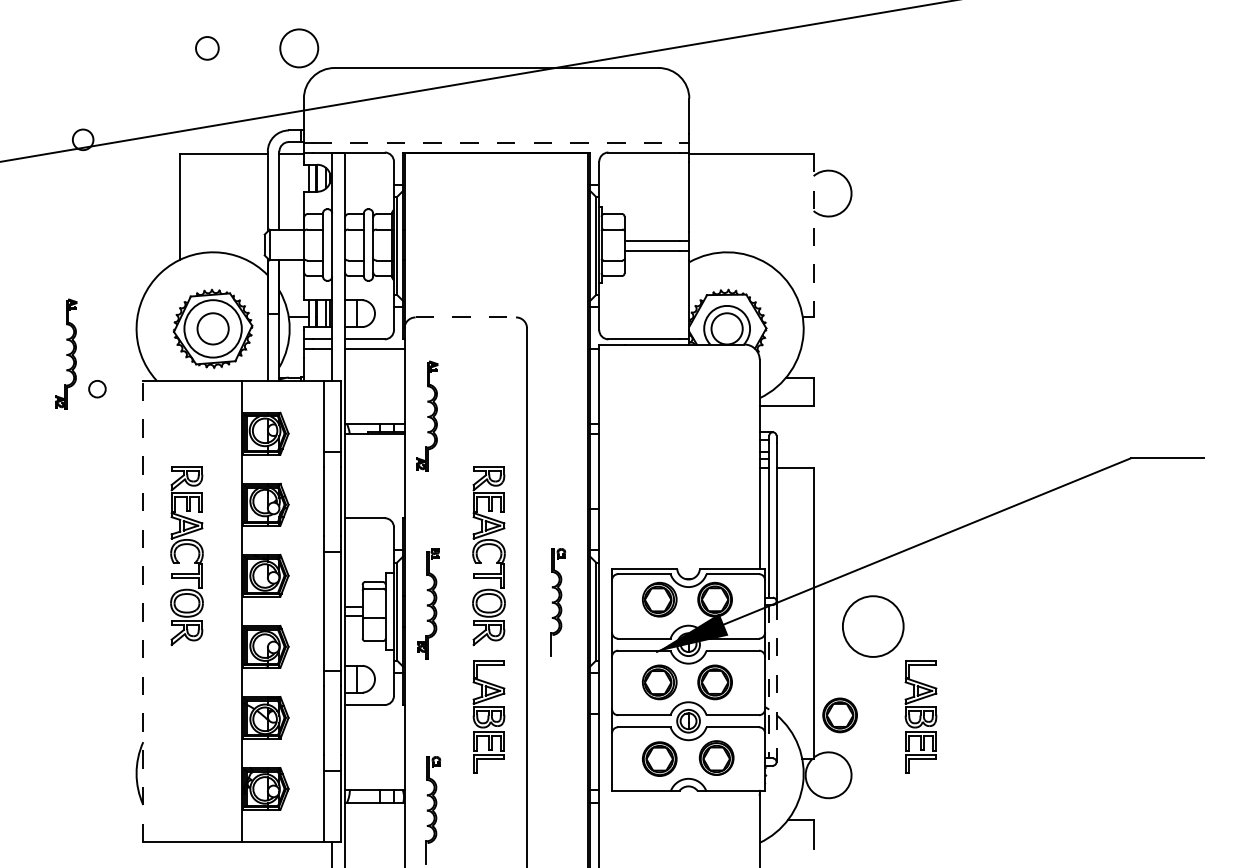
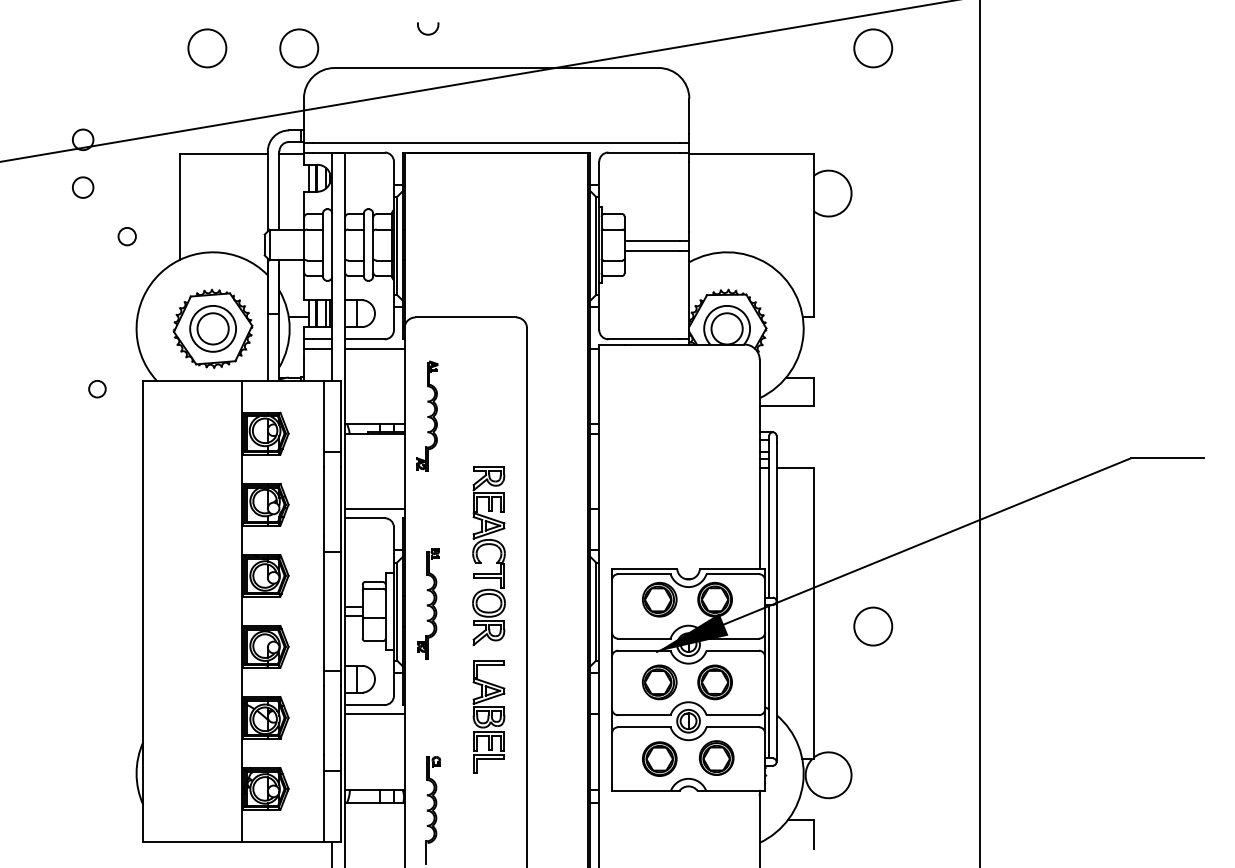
arc at (428, 33): none -> present
circle at (207, 48) diameter: 23 px -> 38 px
circle at (873, 48): none -> present
line at (497, 143): dashed -> solid
circle at (83, 187): none -> present
circle at (126, 236): none -> present
line at (813, 236): dashed -> solid
line at (466, 317): dashed -> solid
circle at (212, 328) diameter: 57 px -> 46 px
part at (66, 353): present -> none
line at (980, 433): none -> present
line at (374, 509): none -> present
part at (179, 562): present -> none
part at (558, 602): present -> none
line at (143, 611): dashed -> solid
circle at (872, 626) diameter: 61 px -> 38 px
line at (776, 678): dashed -> solid
line at (769, 679): dashed -> solid
line at (374, 714): none -> present
part at (839, 715): present -> none
part at (920, 716): present -> none
